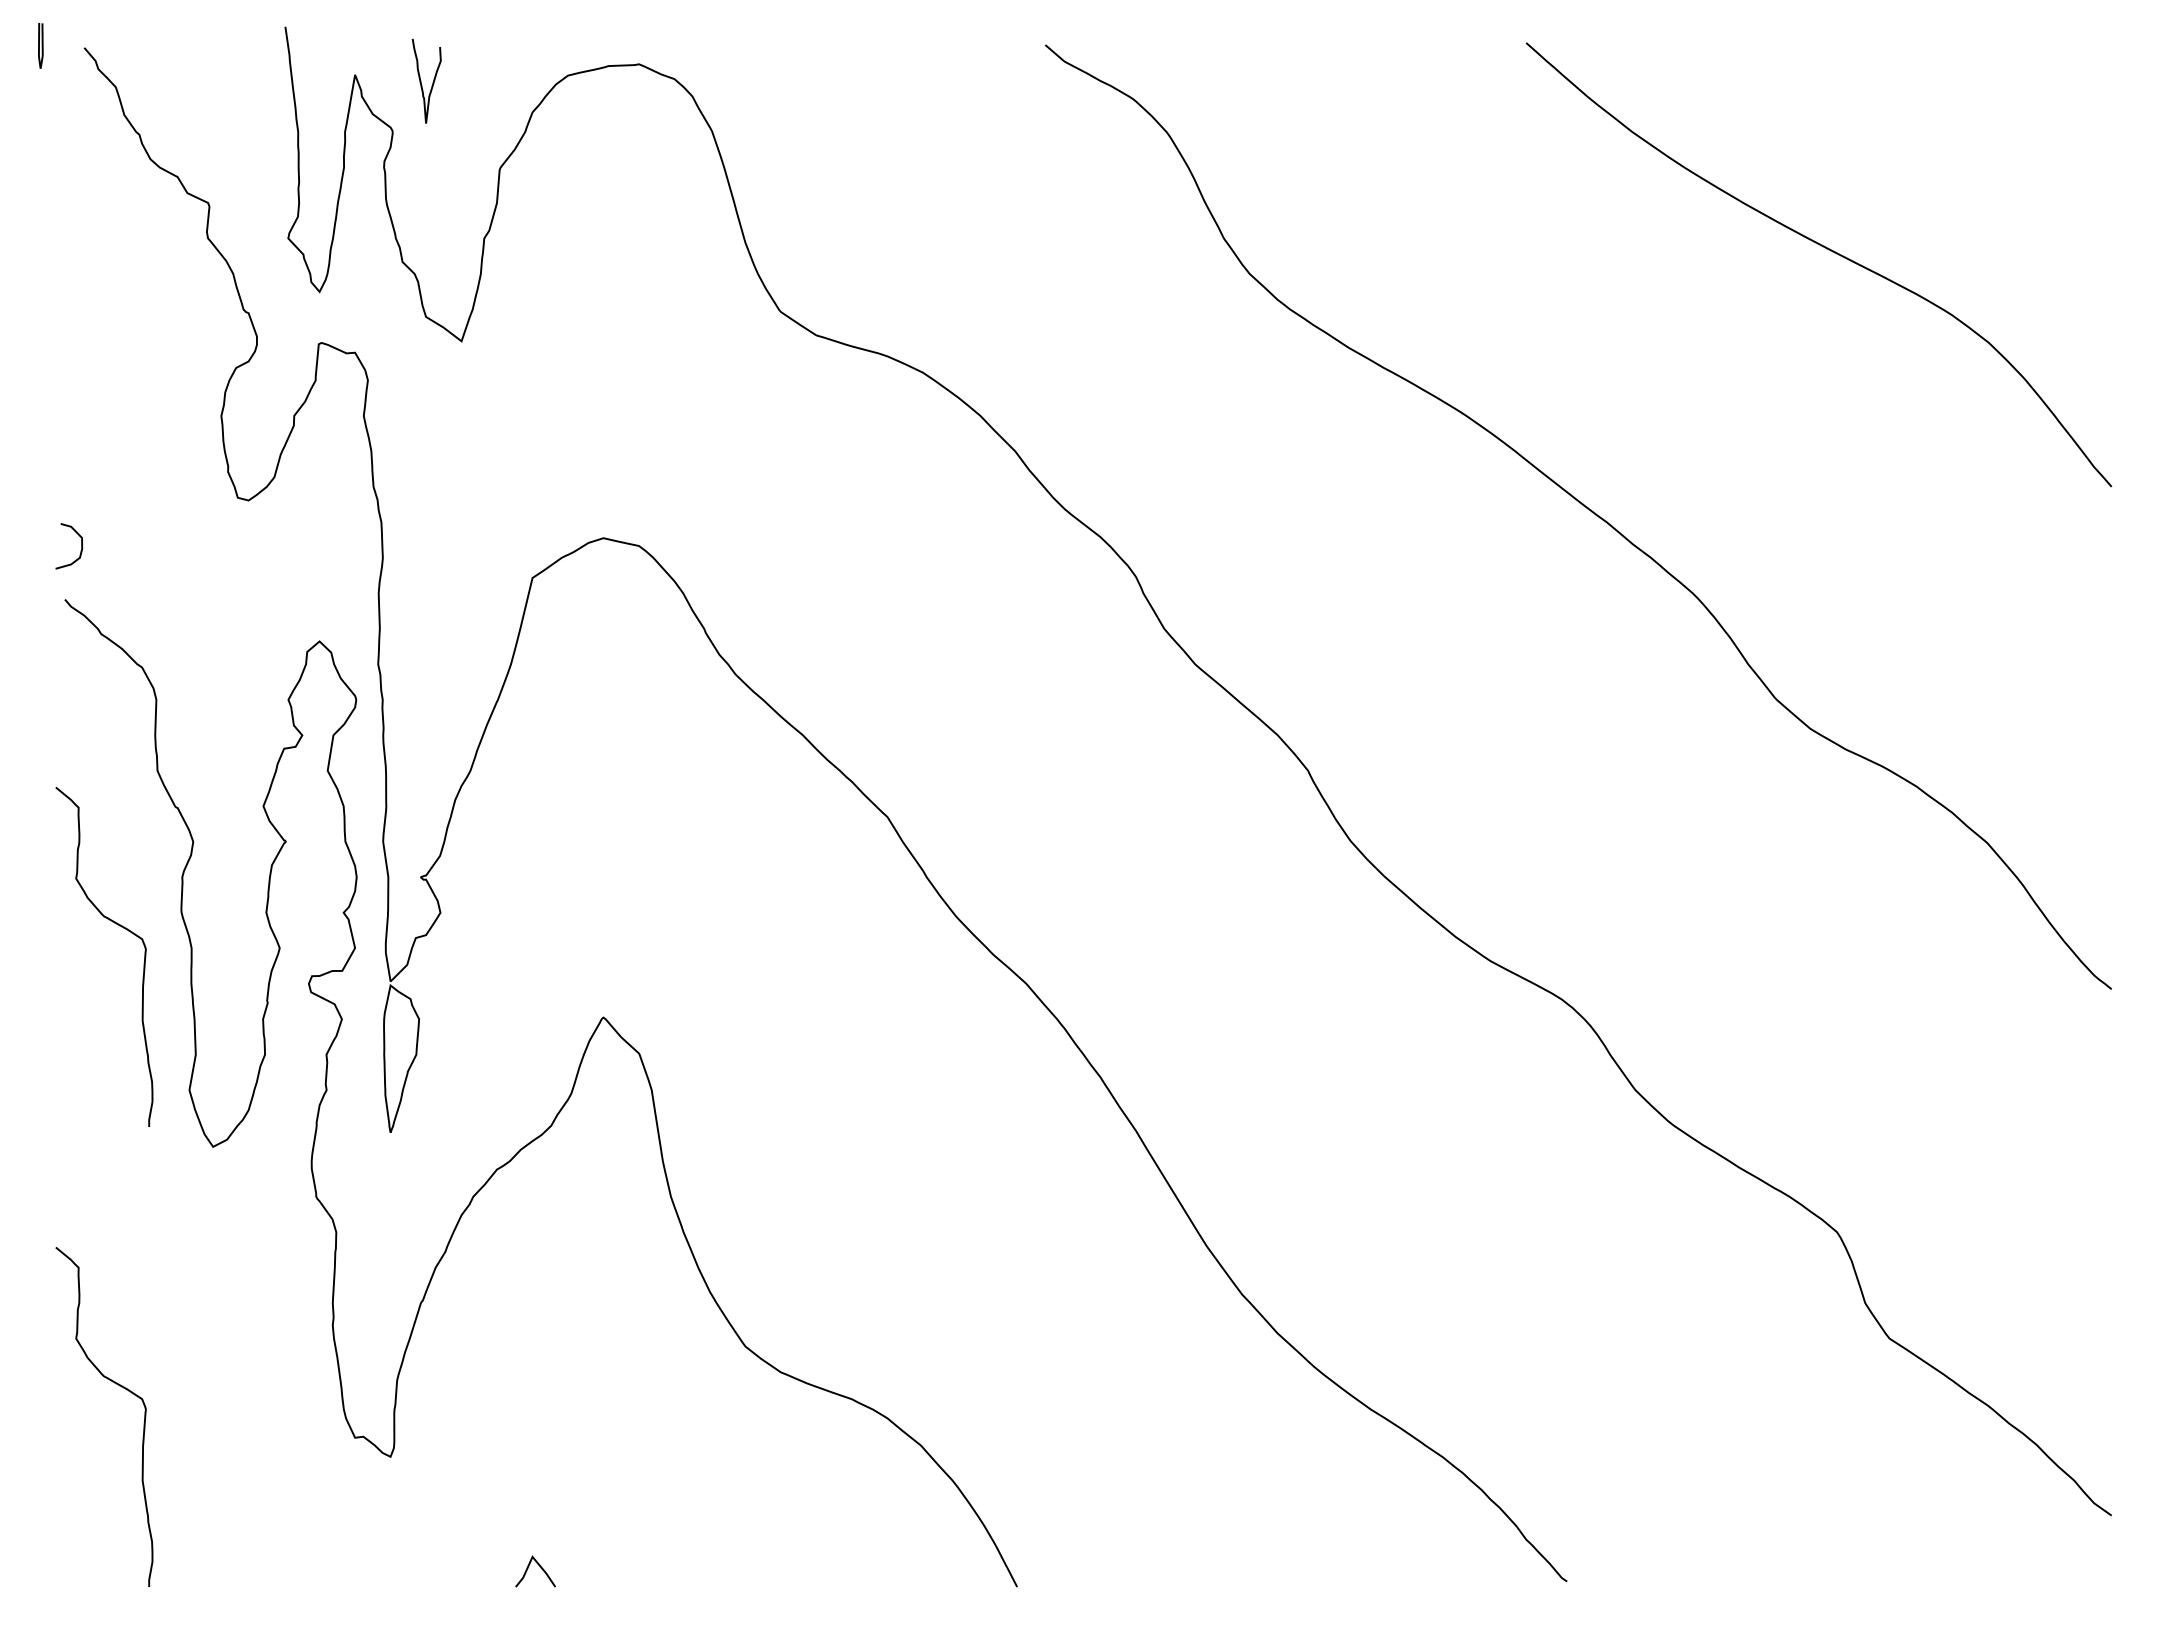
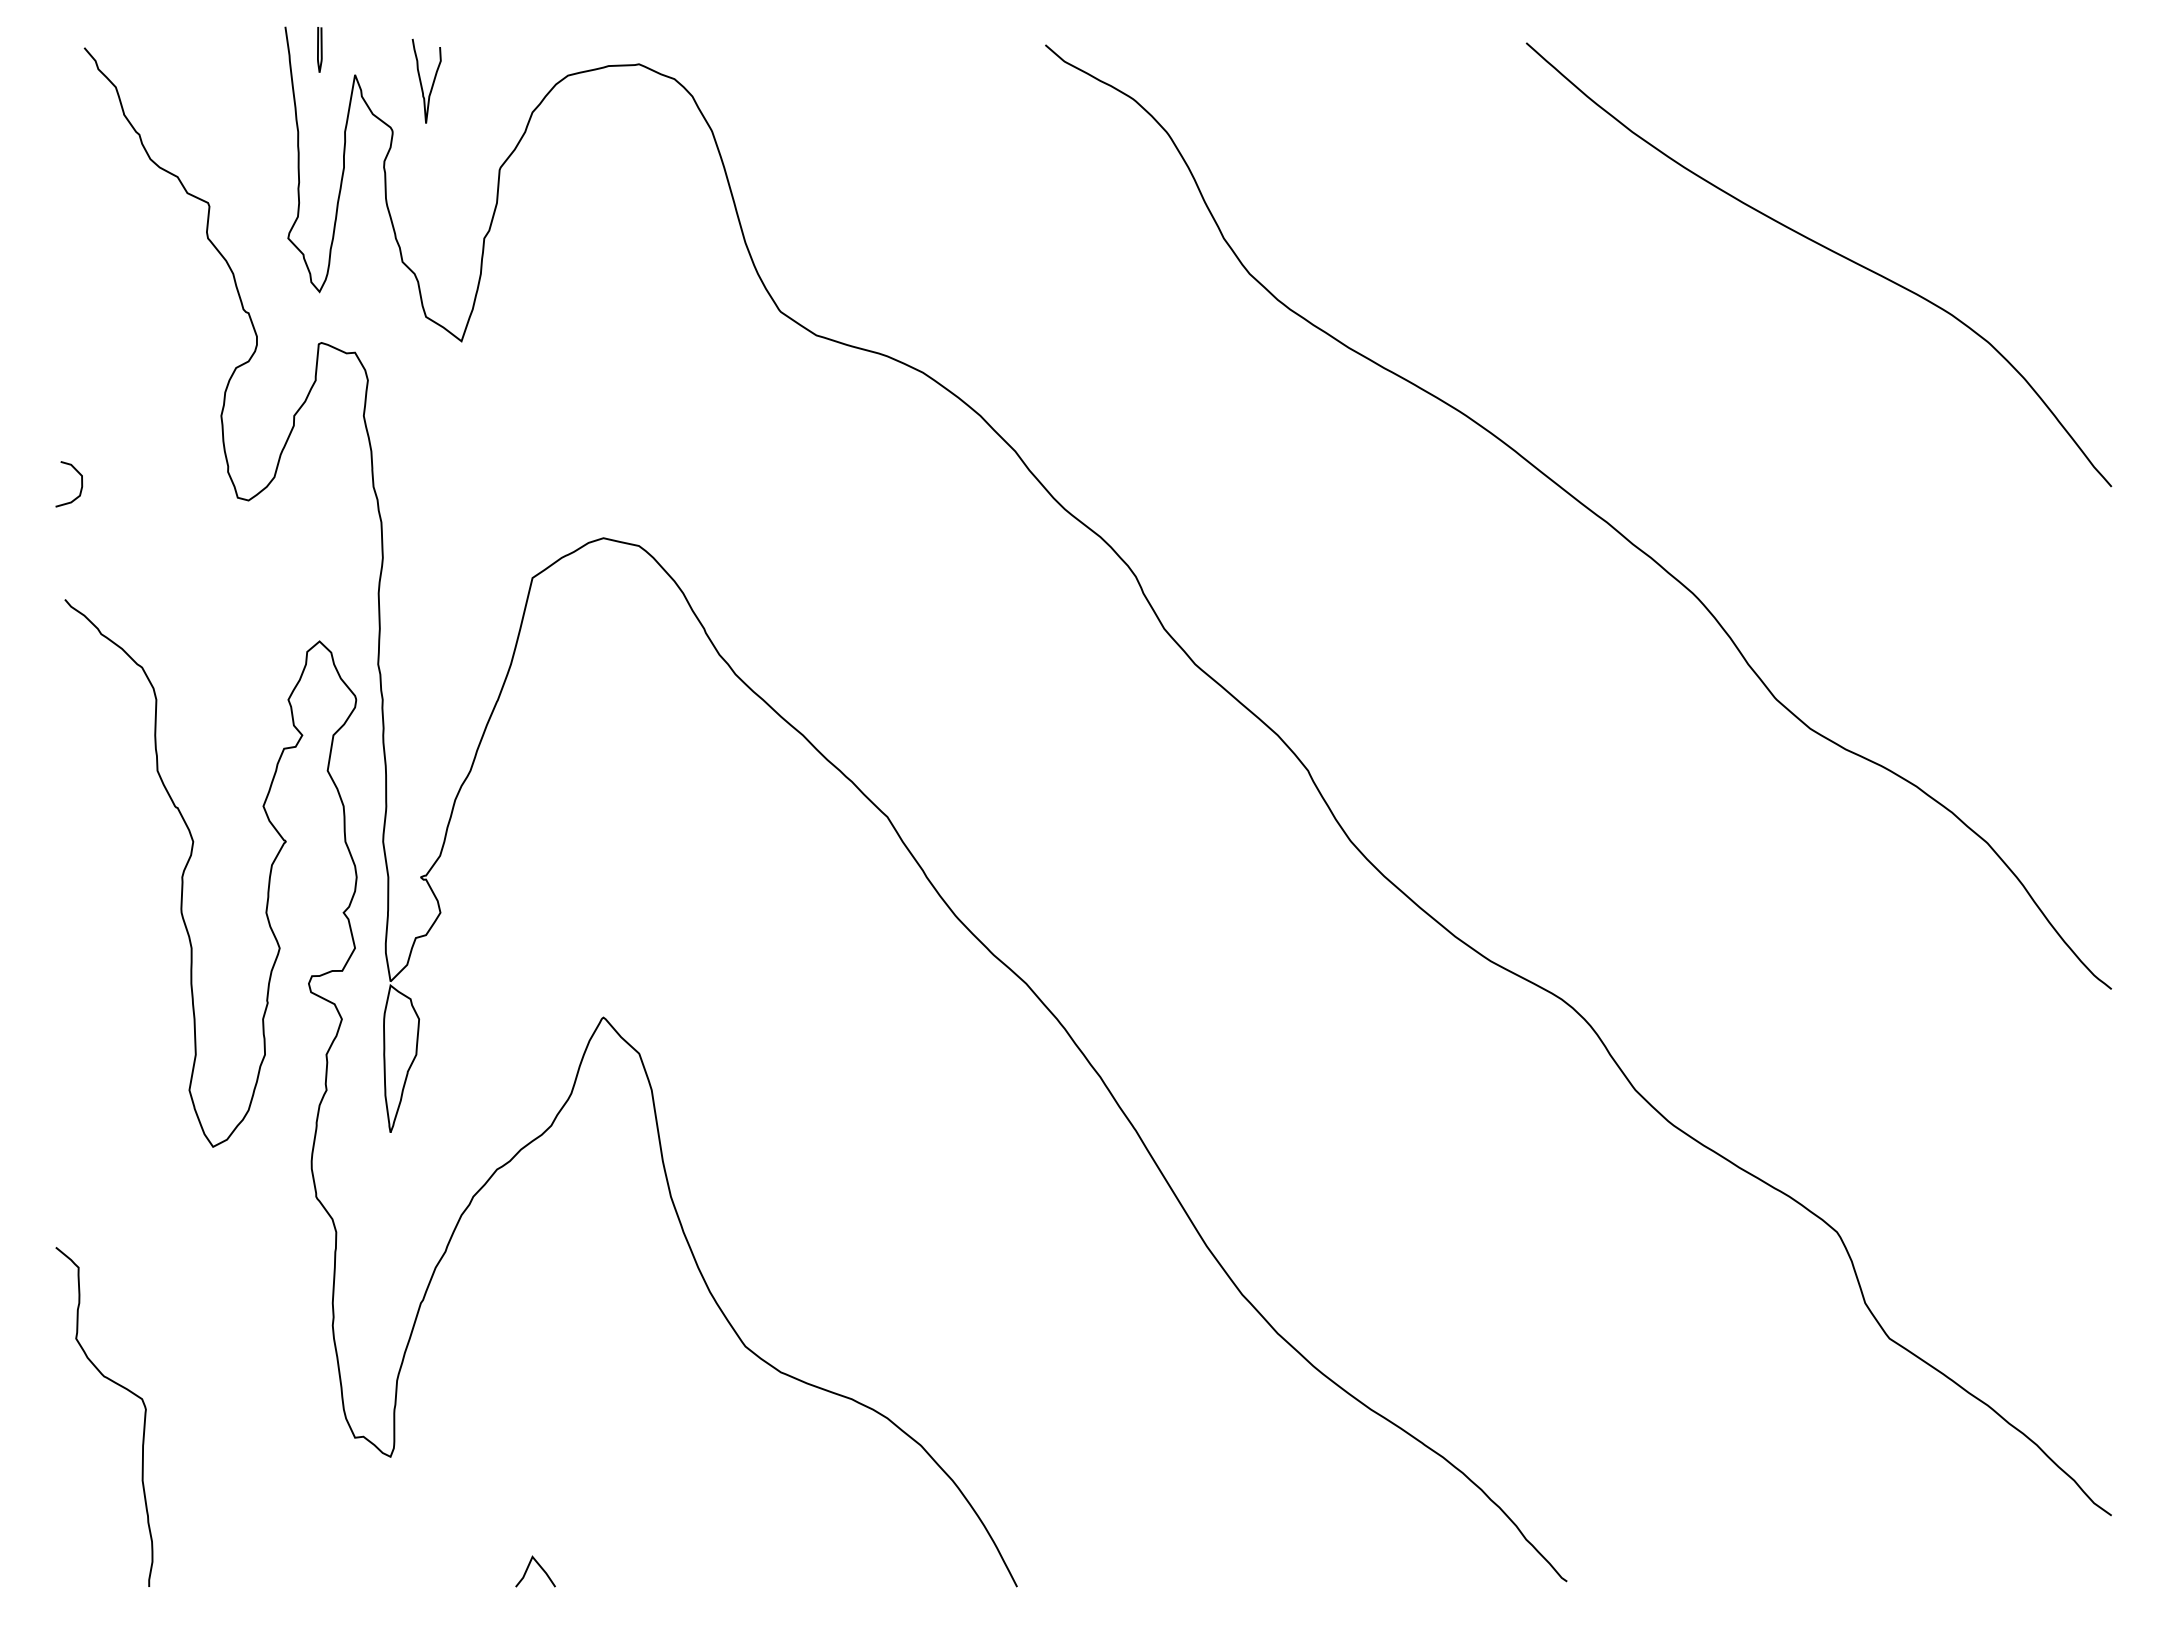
curve at (39, 45) position: (39, 45) -> (318, 49)
curve at (80, 550) position: (80, 550) -> (80, 488)
curve at (119, 926): present -> none
